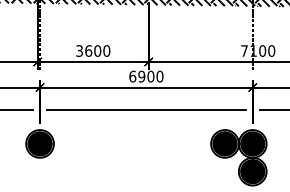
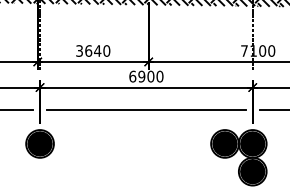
text at (97, 50): 3600 -> 3640
